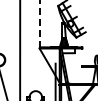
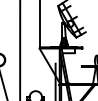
line at (39, 23): dashed -> solid
